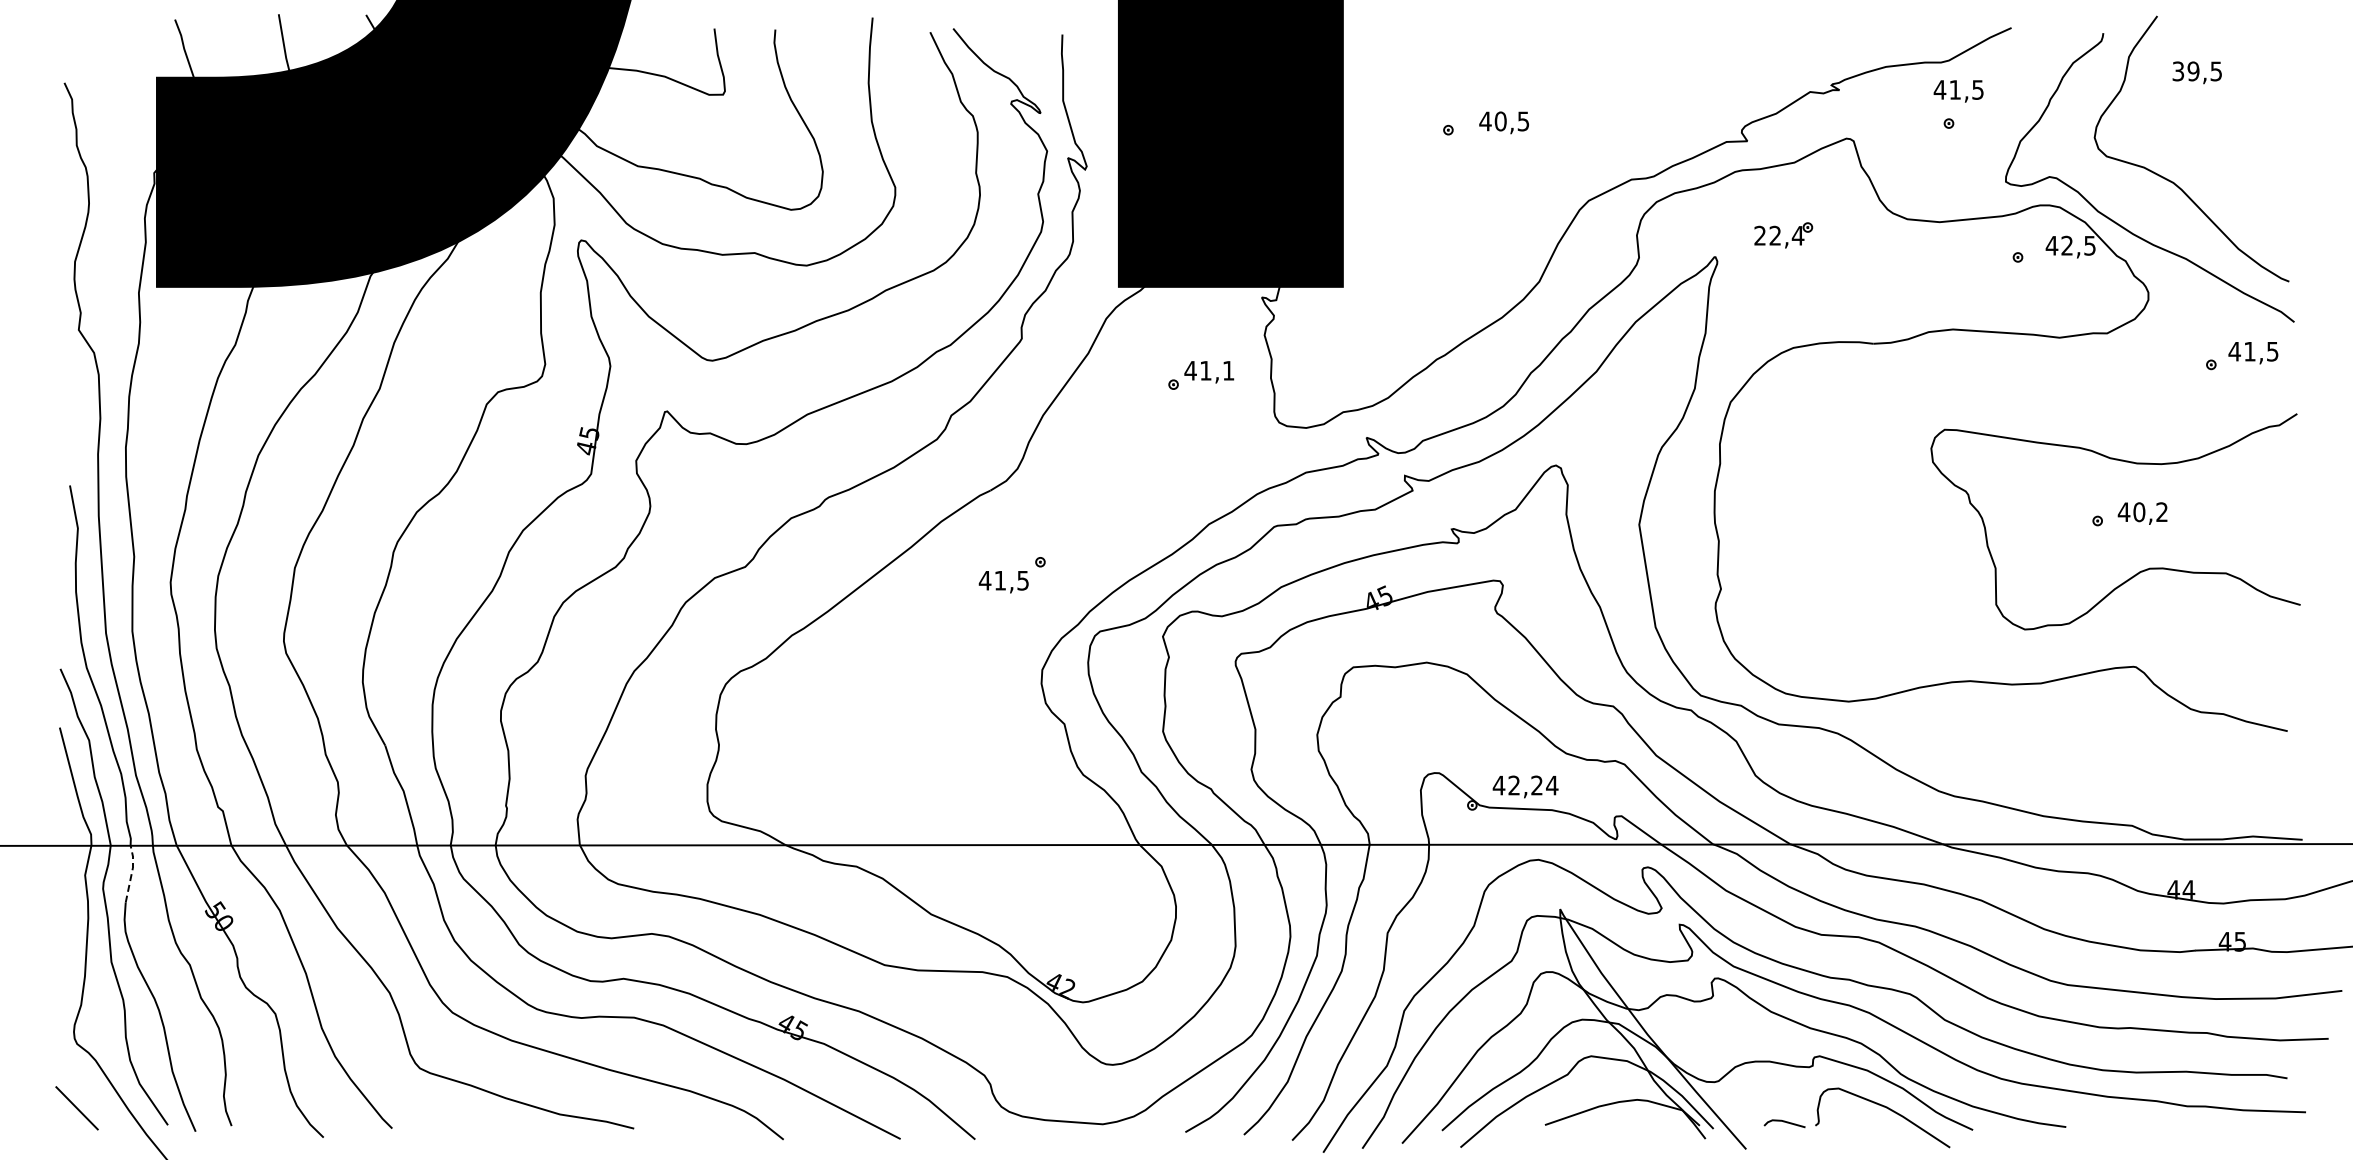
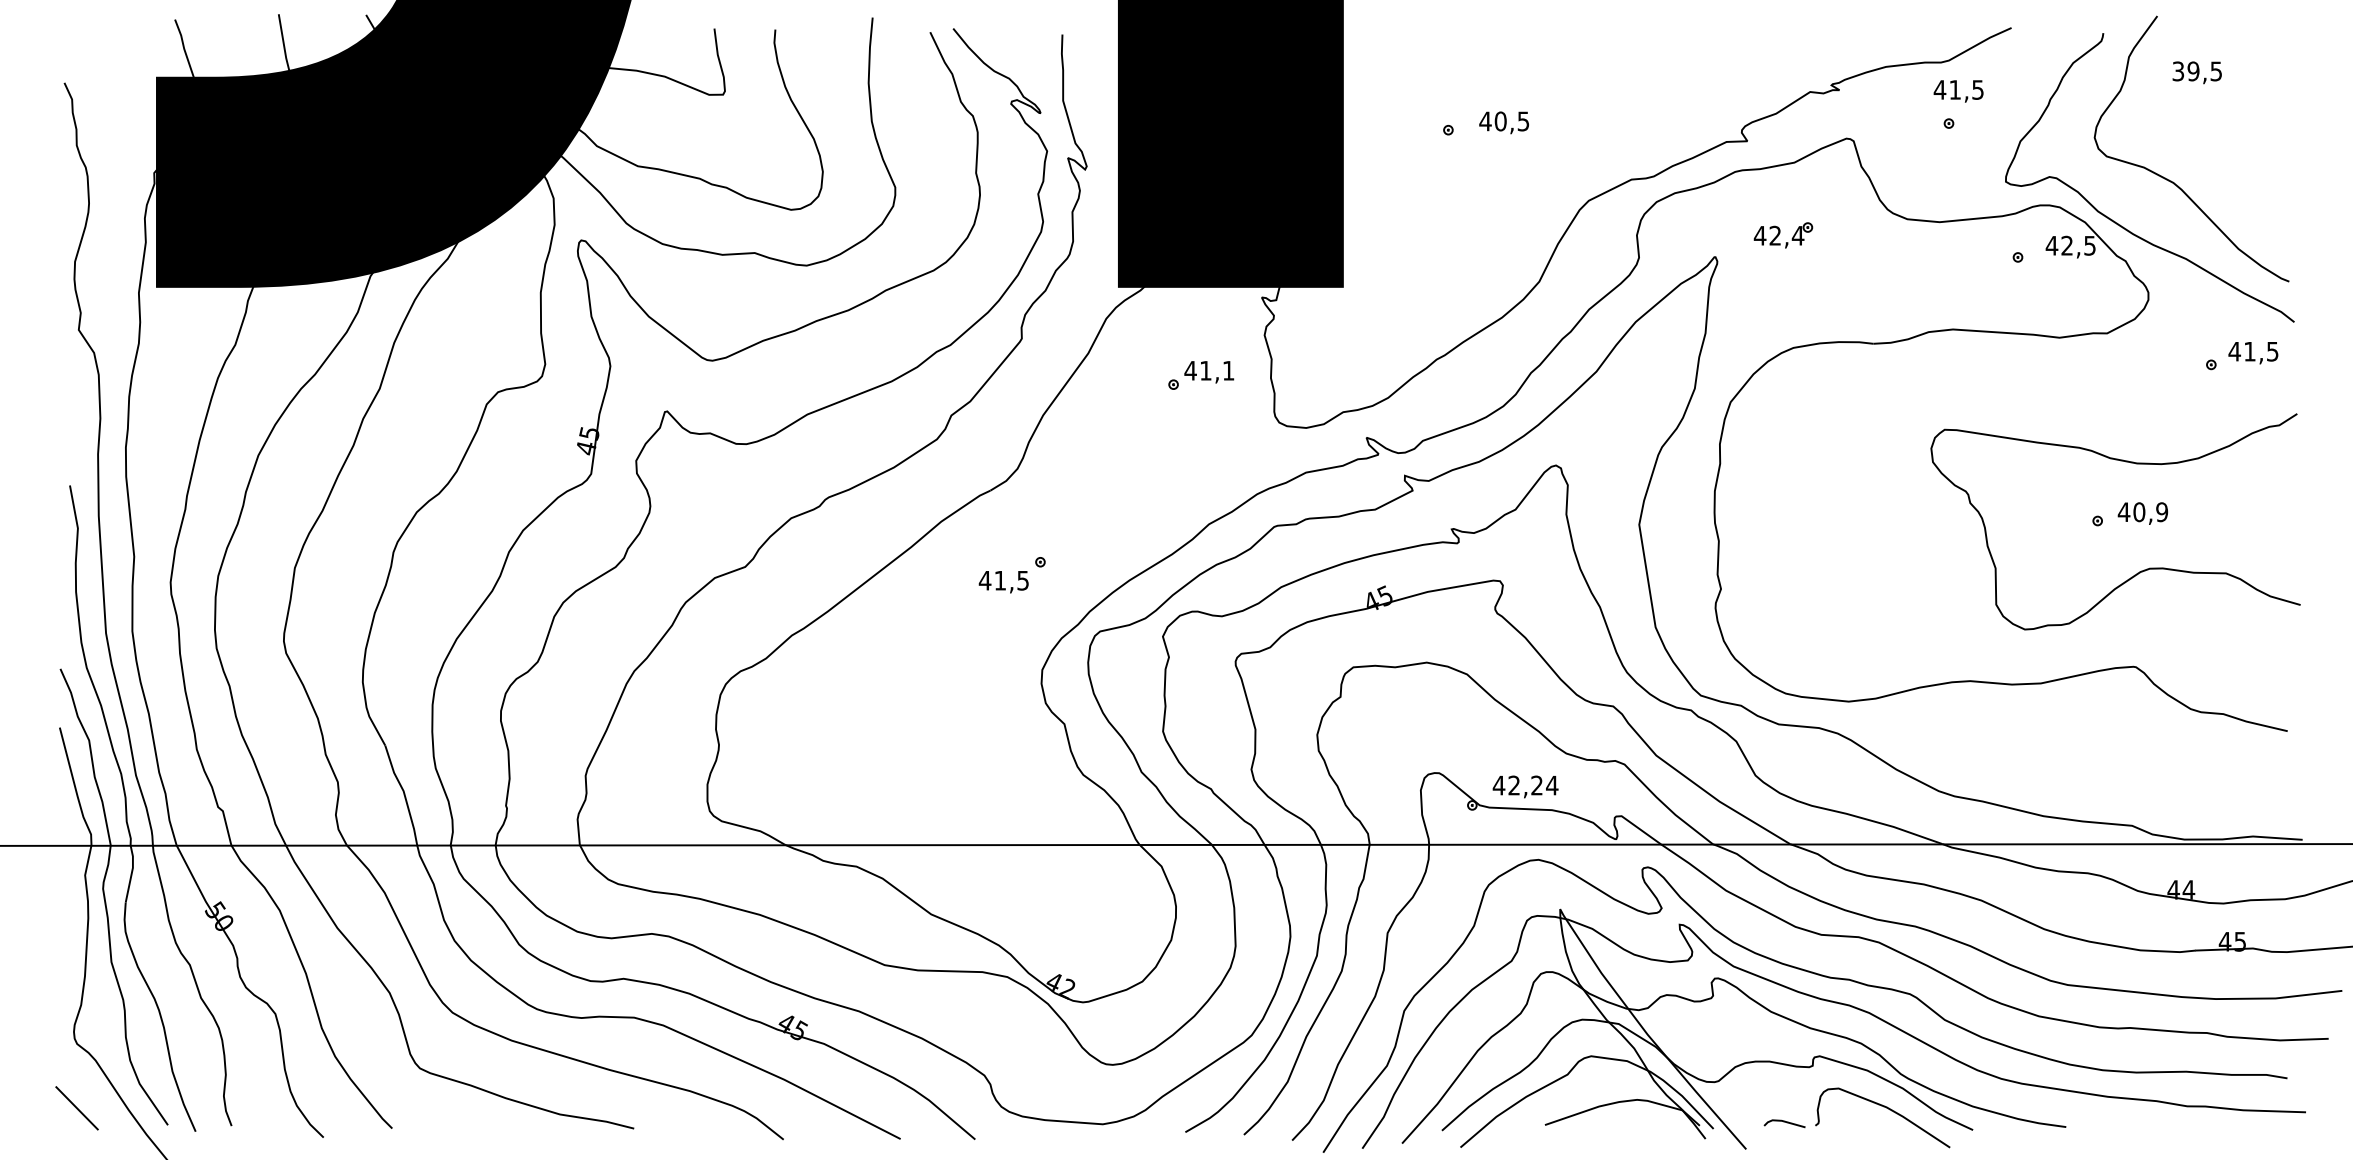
text at (1759, 235): 22,4 -> 42,4
text at (2162, 512): 40,2 -> 40,9
line at (131, 872): dashed -> solid
